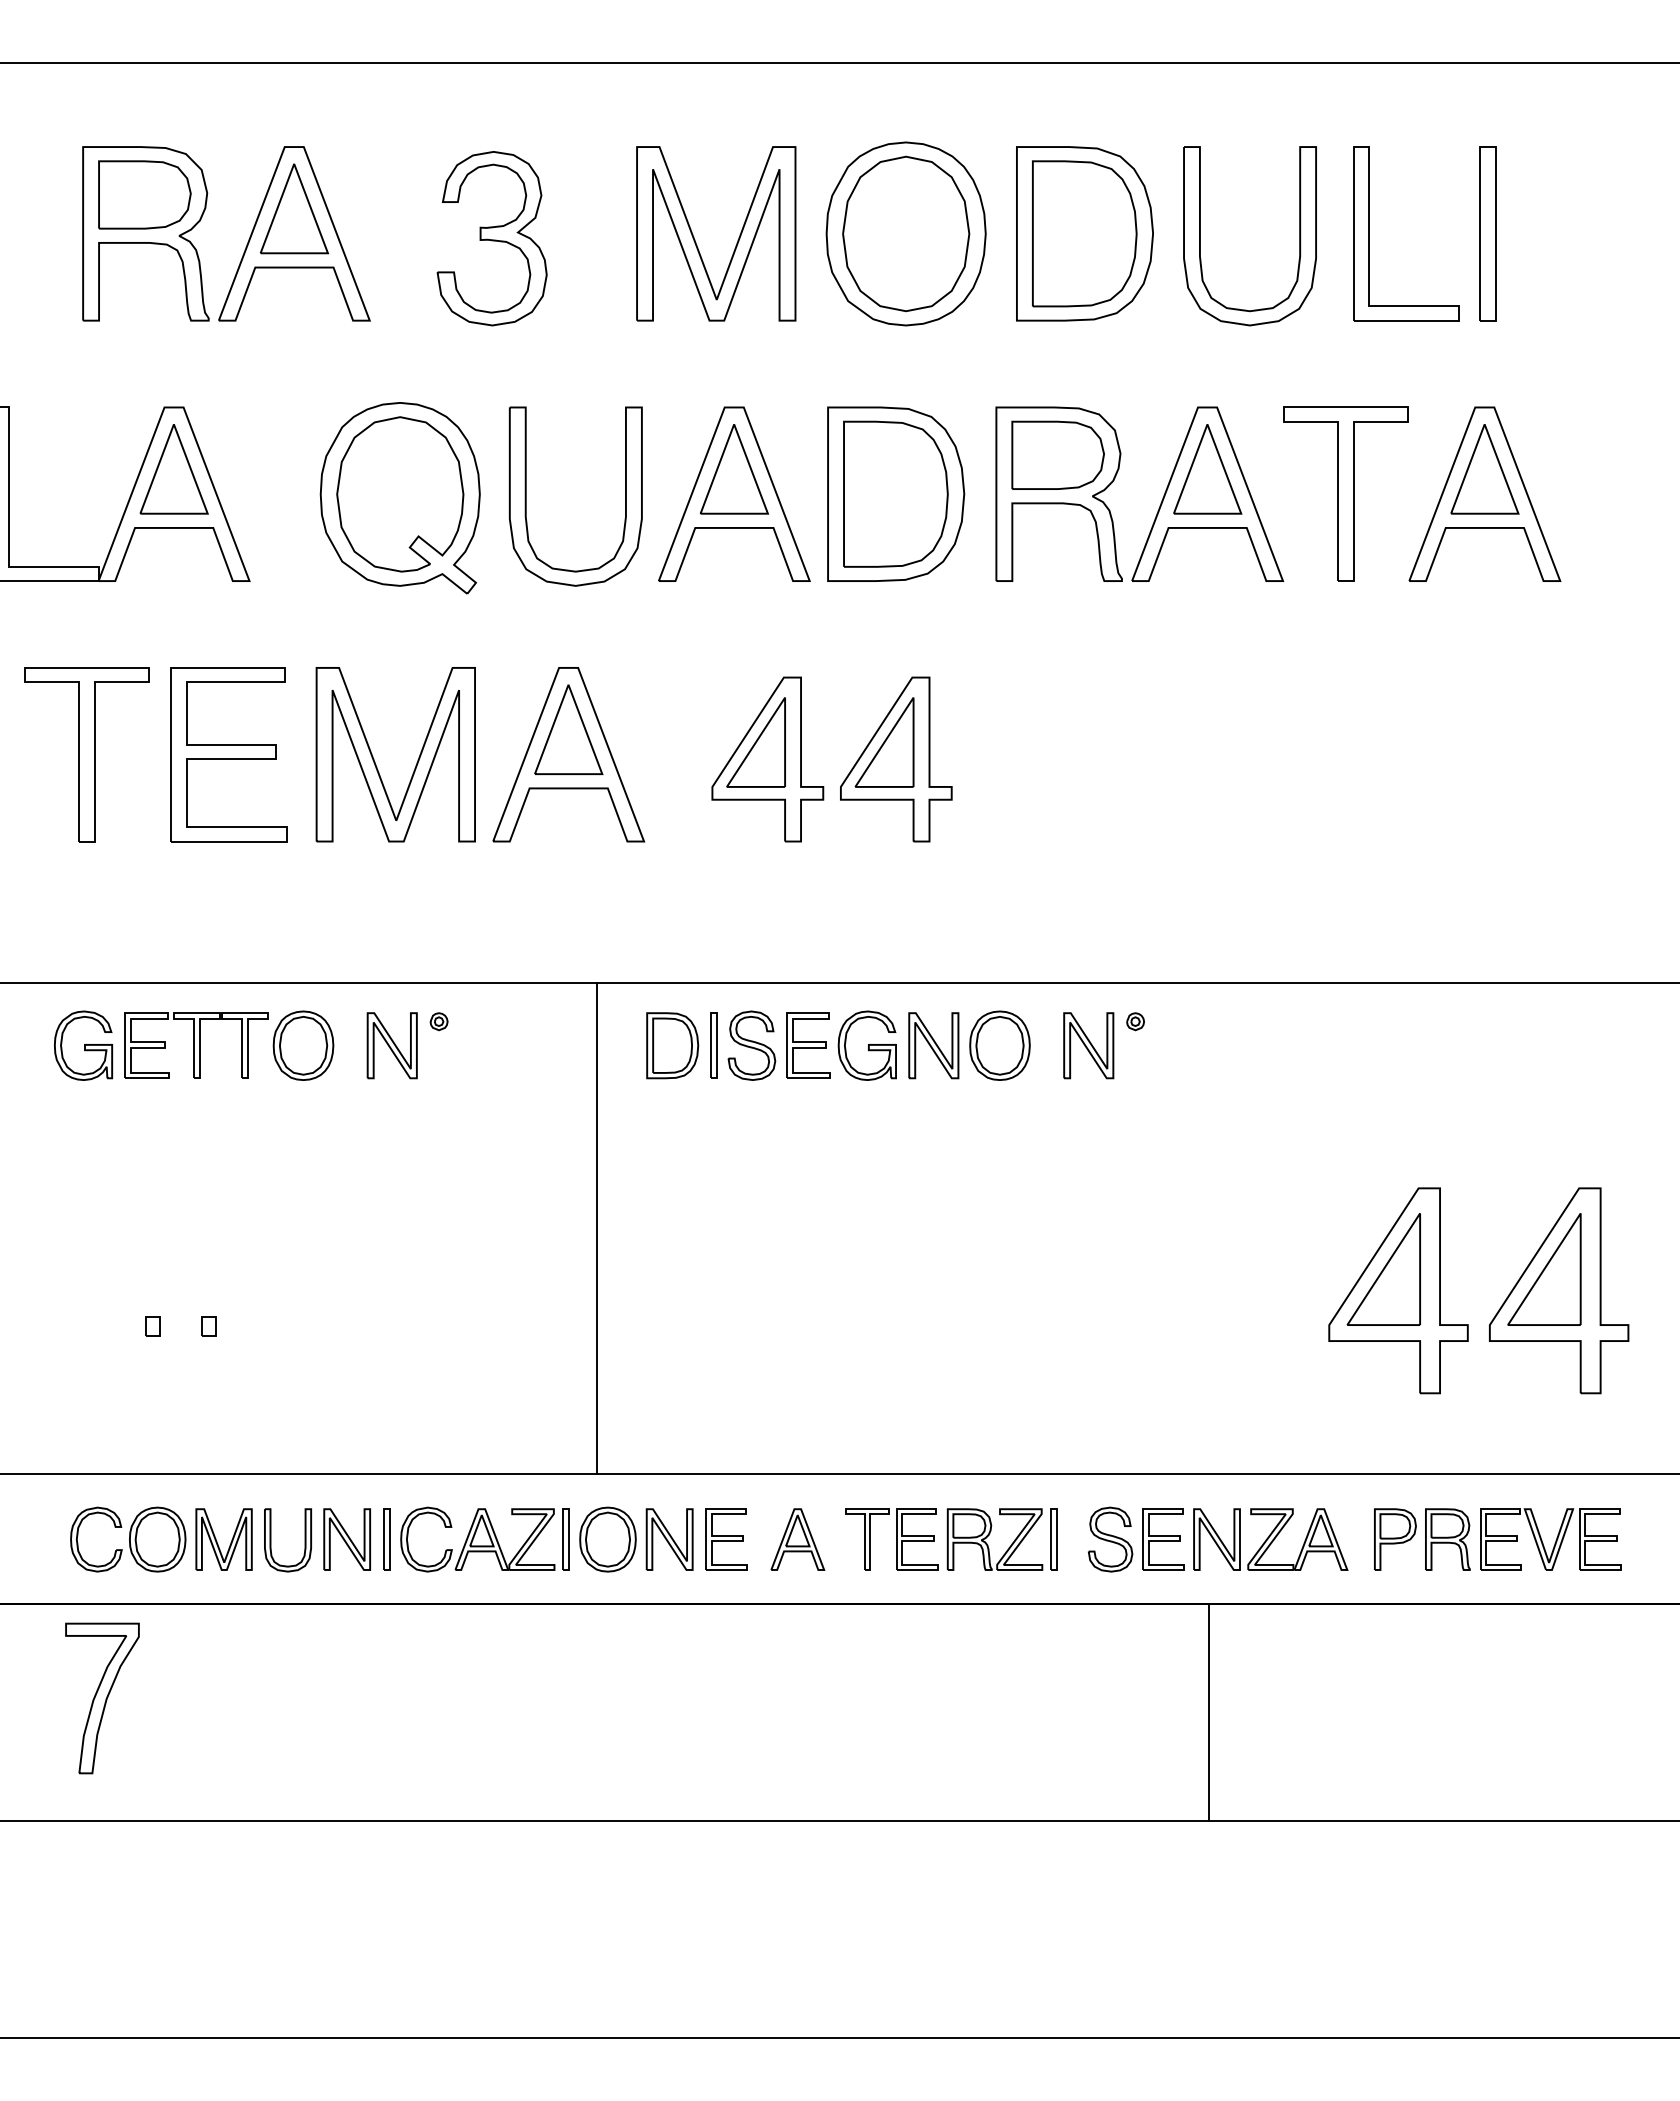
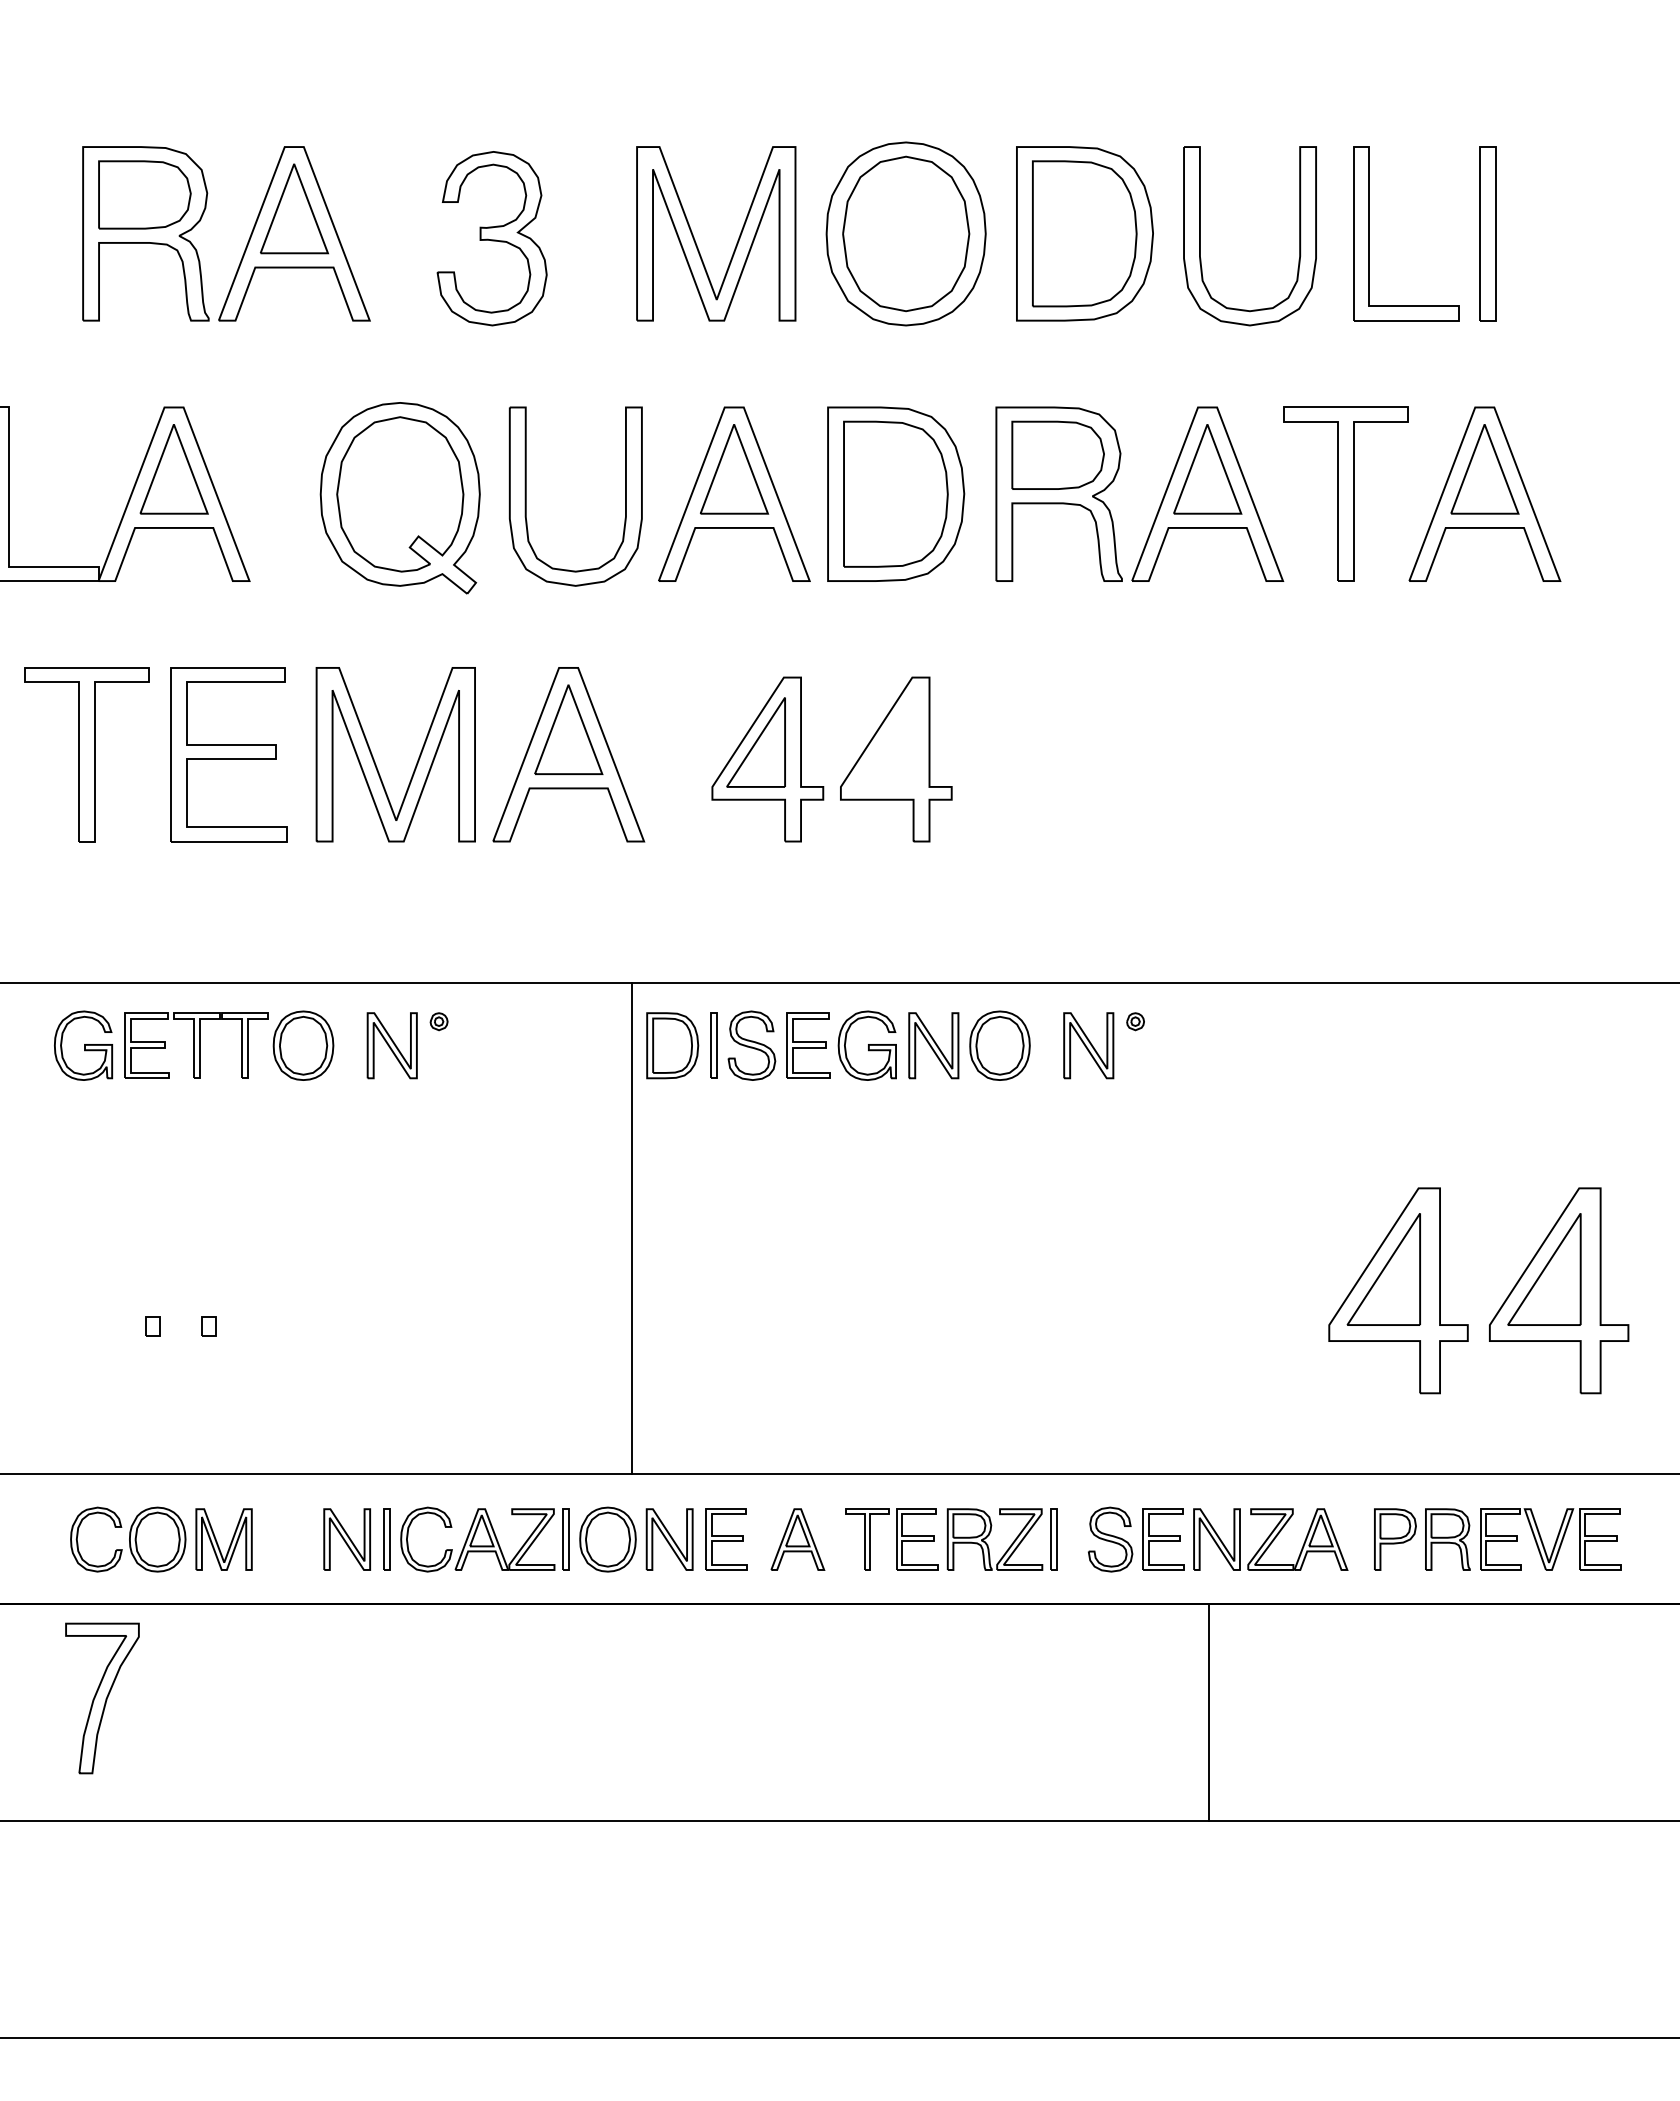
line at (839, 63): present -> none
part at (884, 742): present -> none
line at (596, 1228) position: (596, 1228) -> (631, 1228)
part at (271, 1540): present -> none
